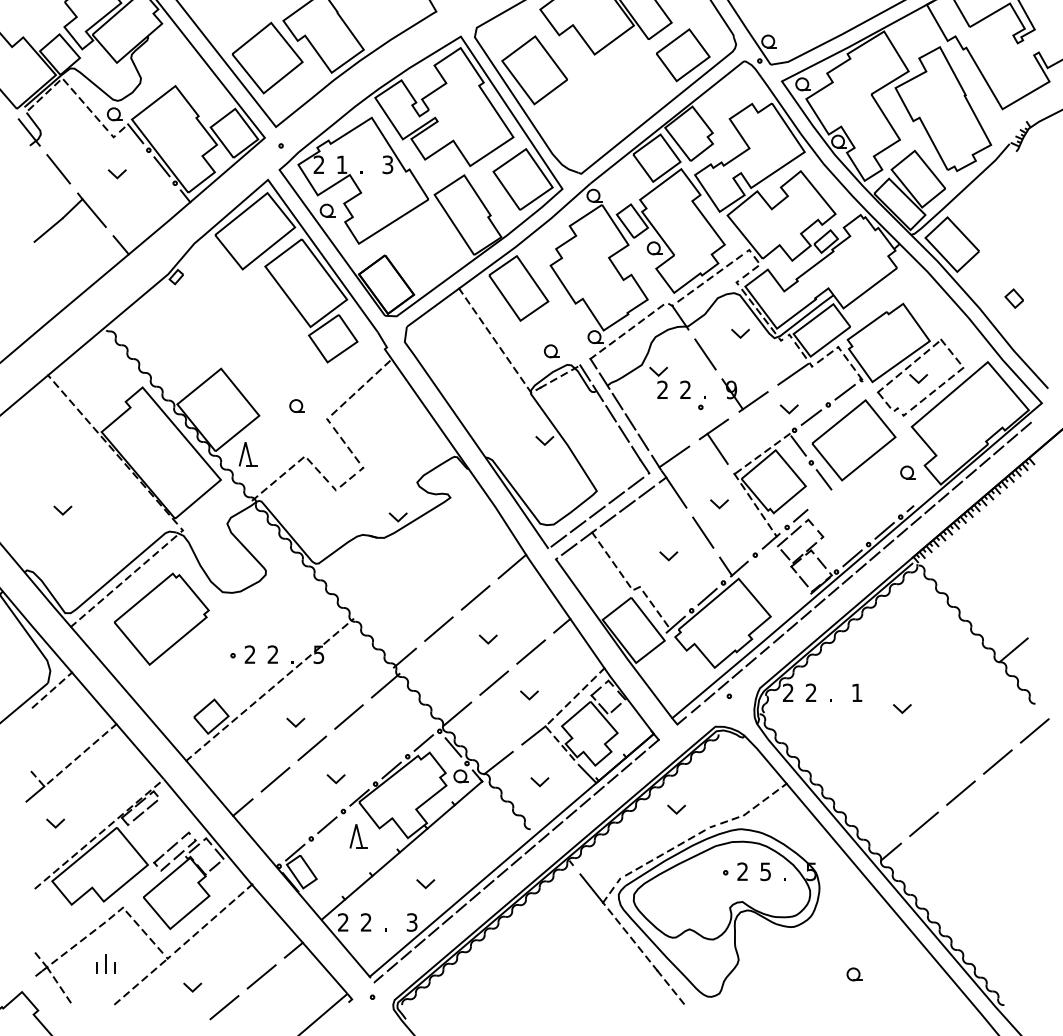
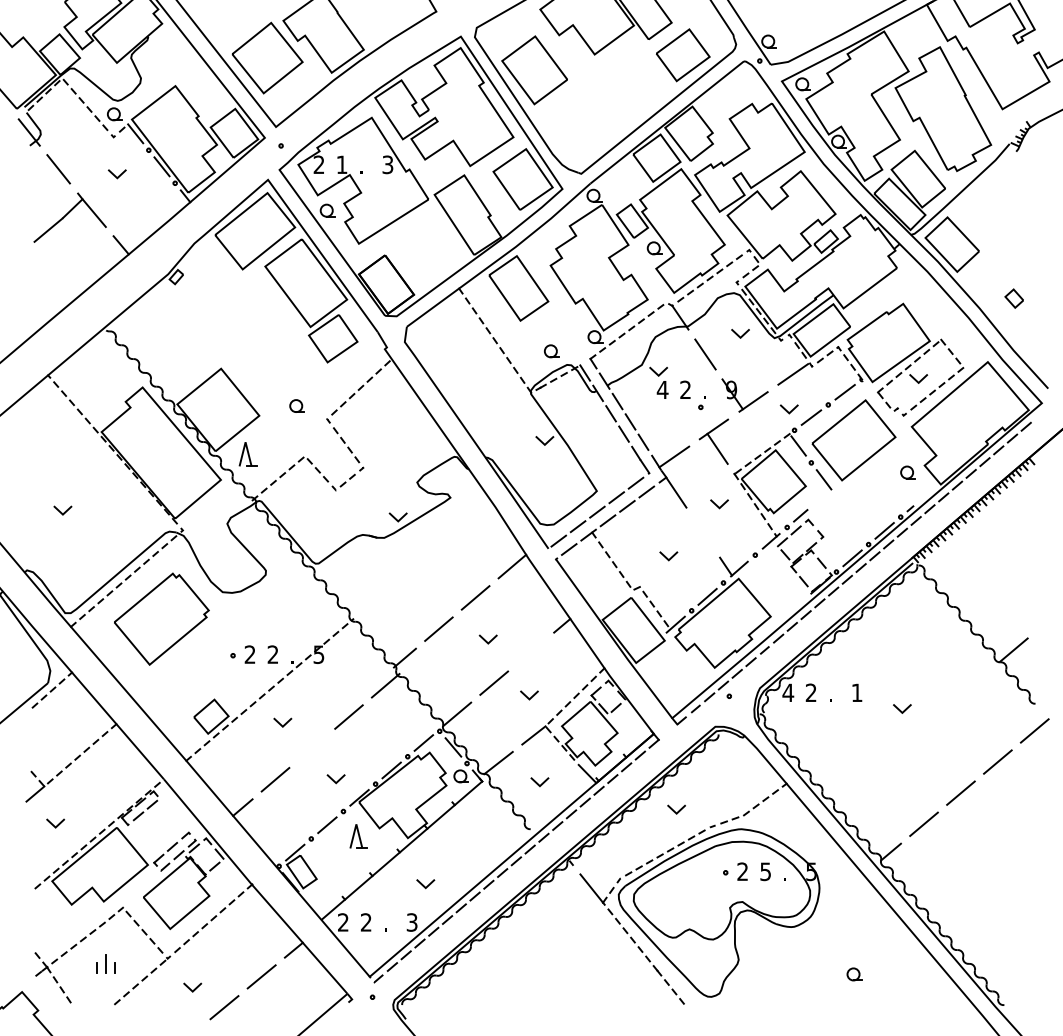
text at (662, 389): 2 -> 4
line at (703, 532): present -> none
line at (530, 651): present -> none
text at (788, 692): 2 -> 4
line at (293, 723) position: (293, 723) -> (280, 723)
line at (312, 748): present -> none
